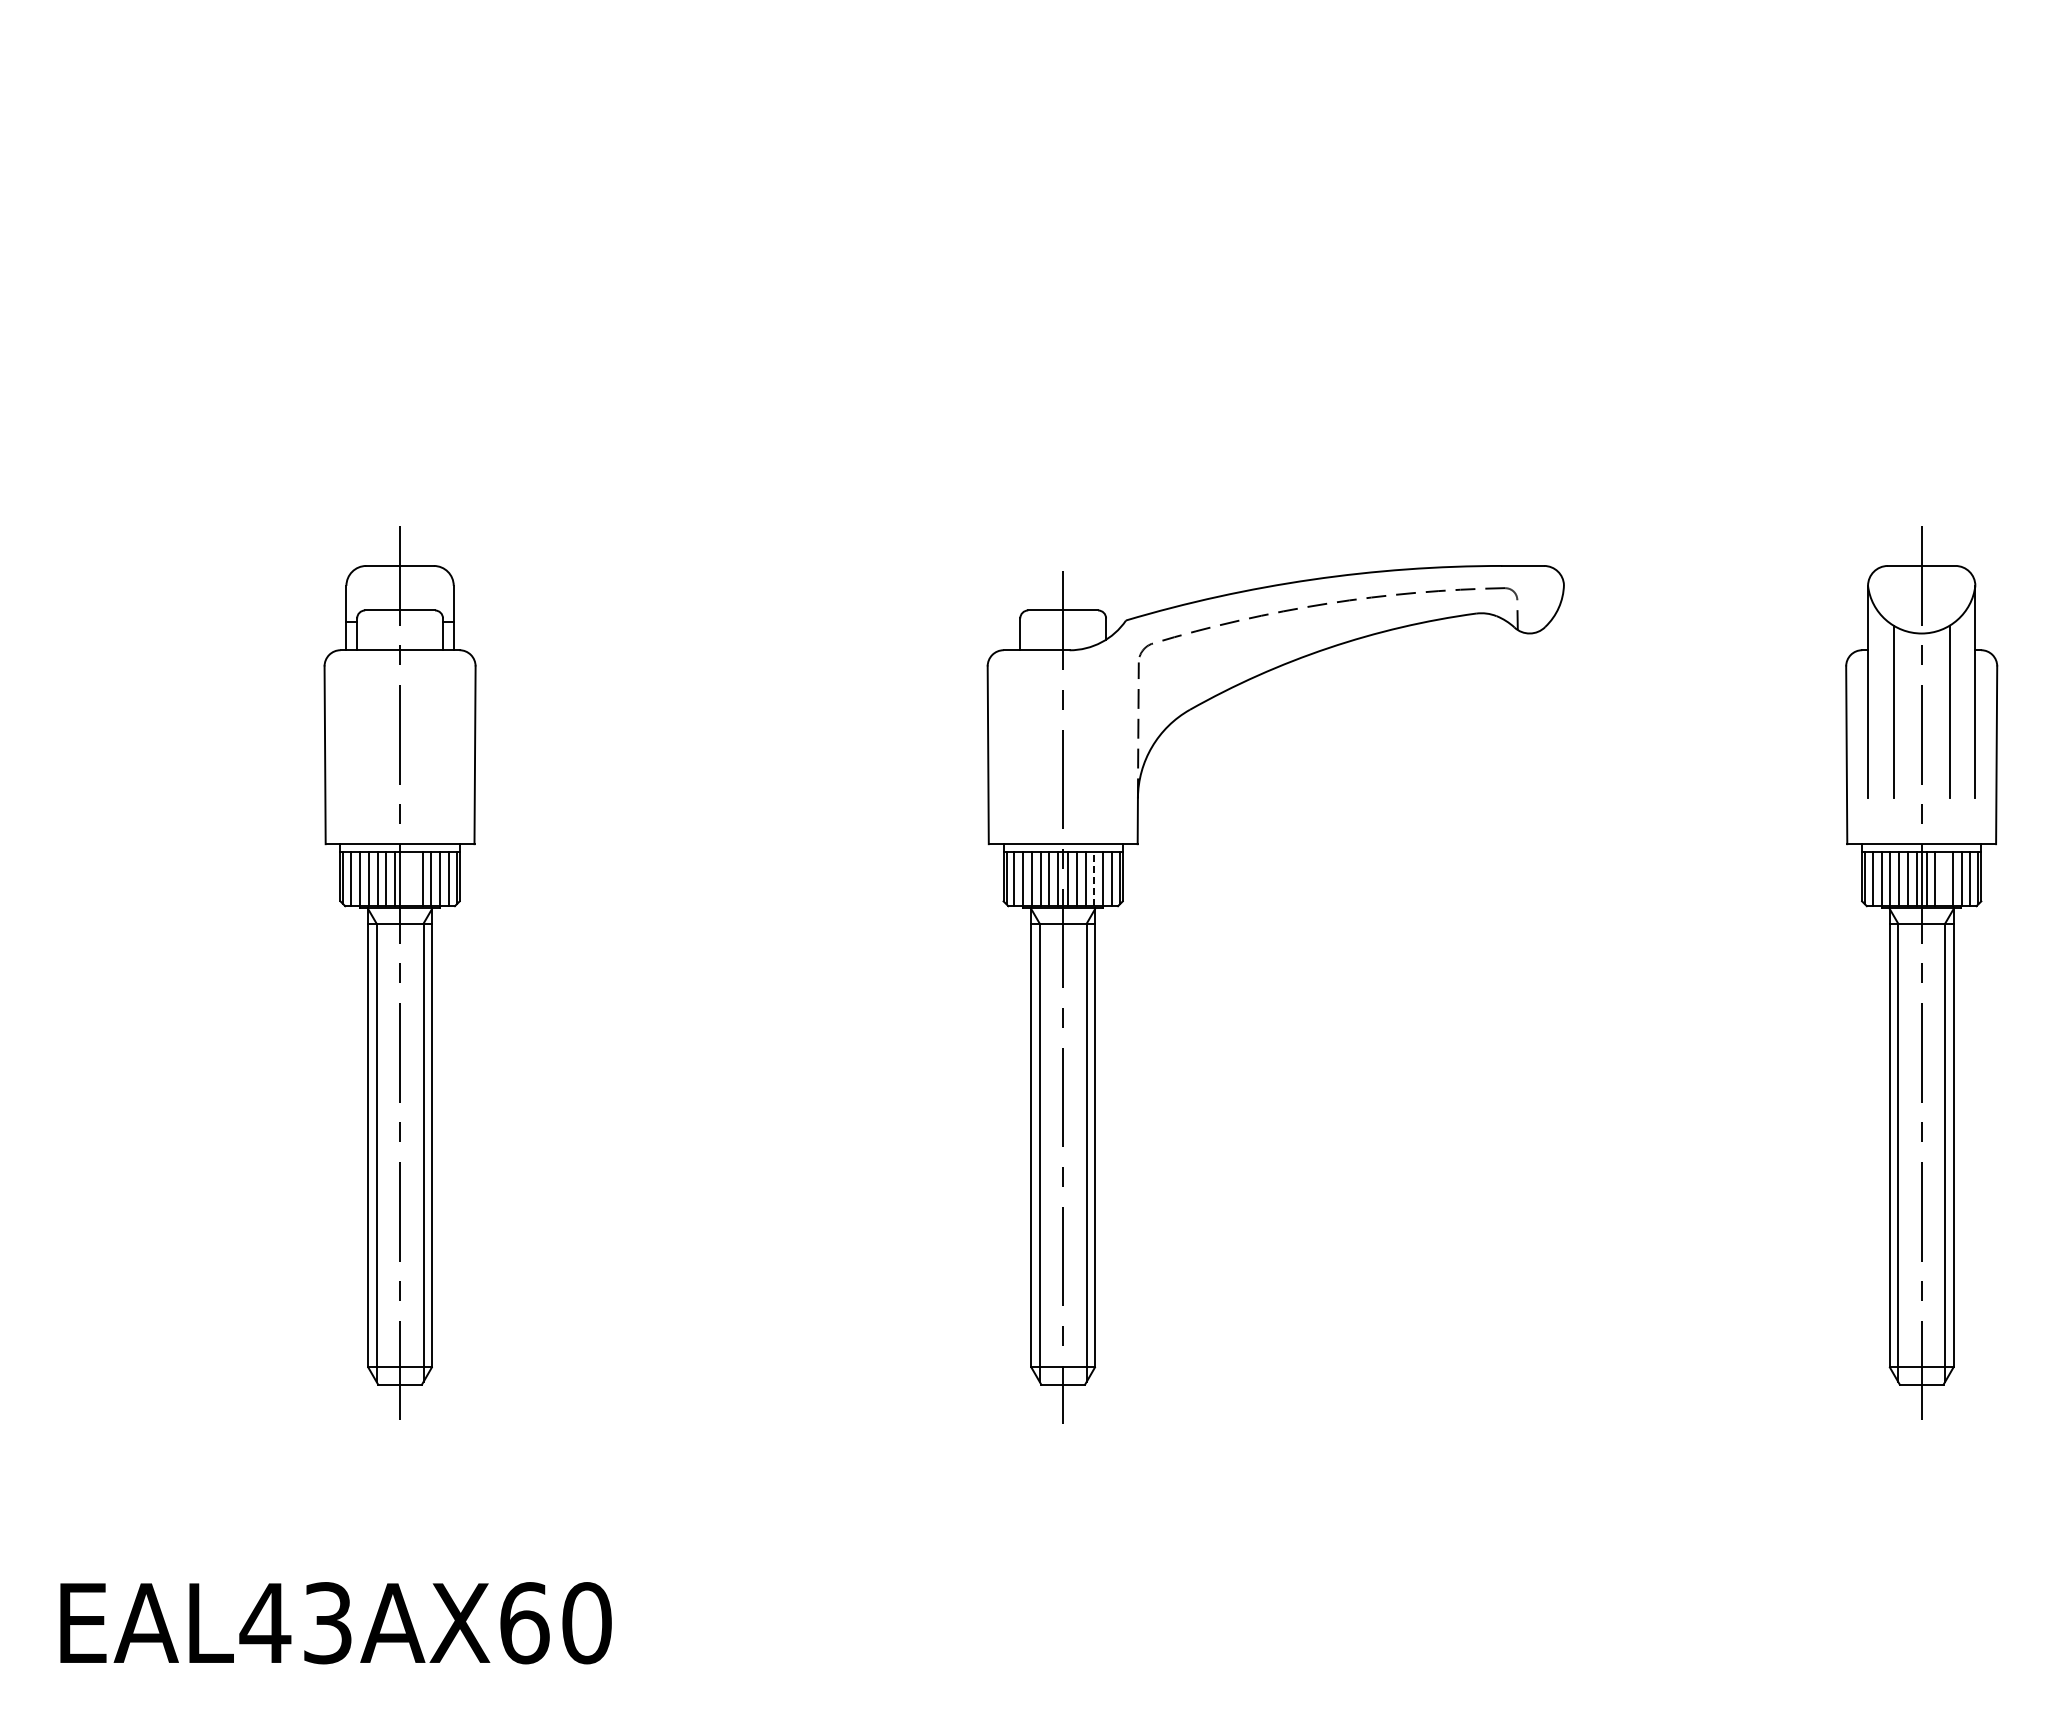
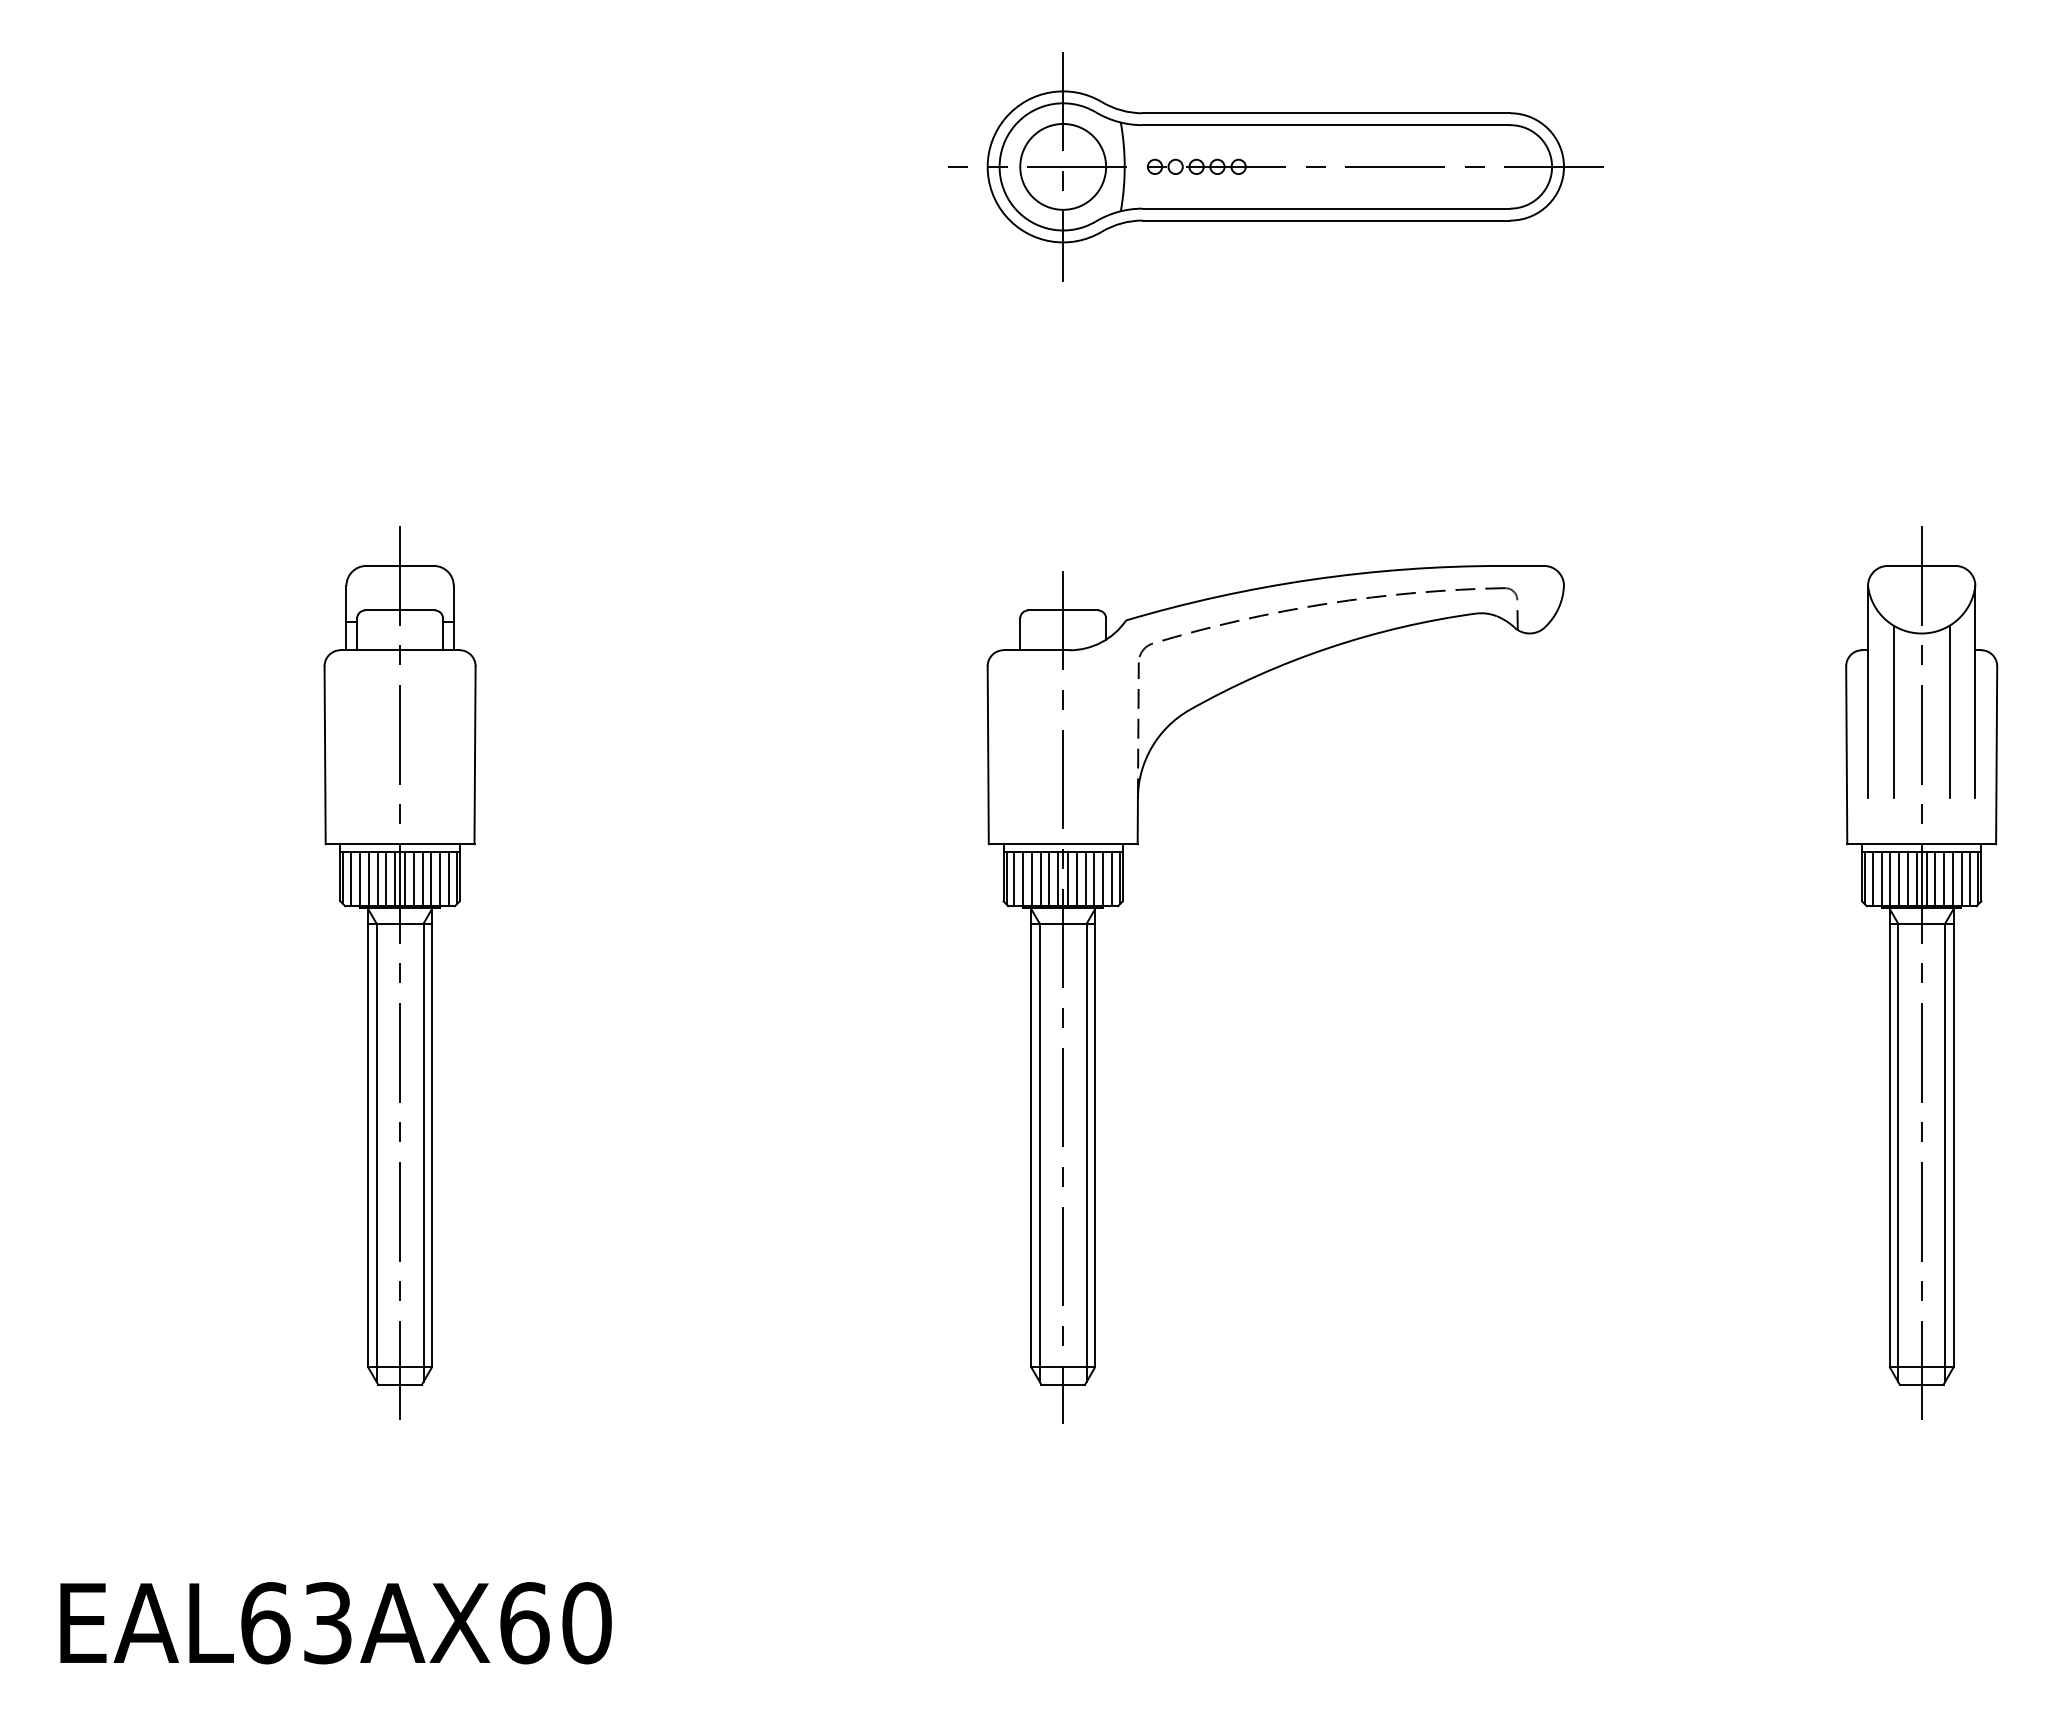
part at (1275, 166): none -> present
line at (1094, 878): dashed -> solid
line at (405, 879): none -> present
line at (413, 879): none -> present
line at (1944, 879): none -> present
text at (265, 1623): EAL43AX60 -> EAL63AX60
